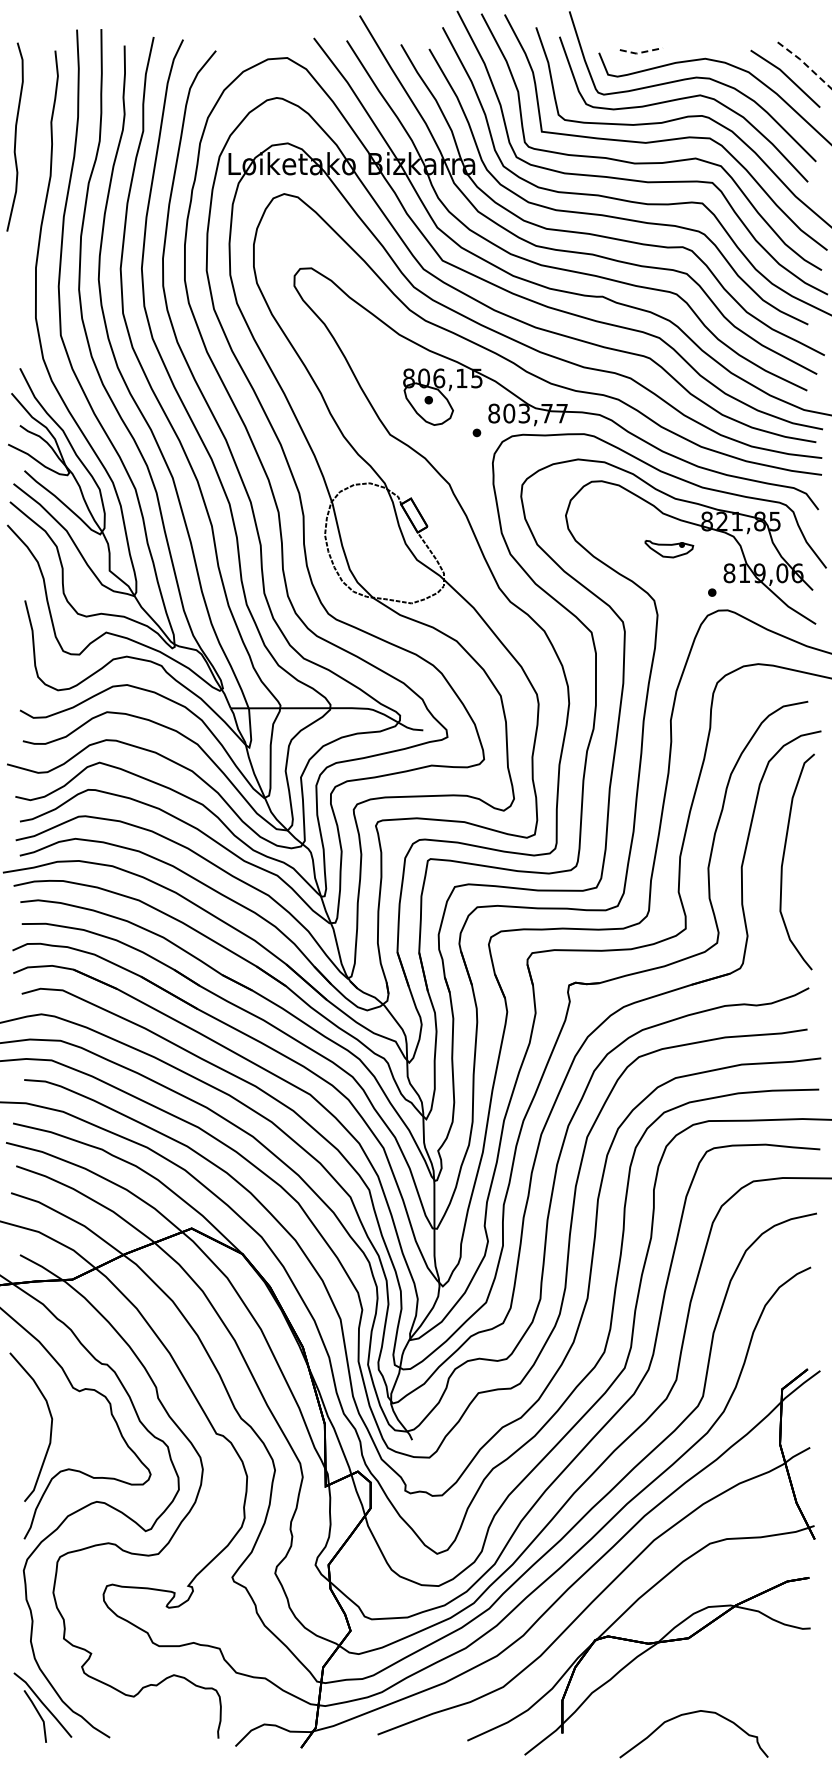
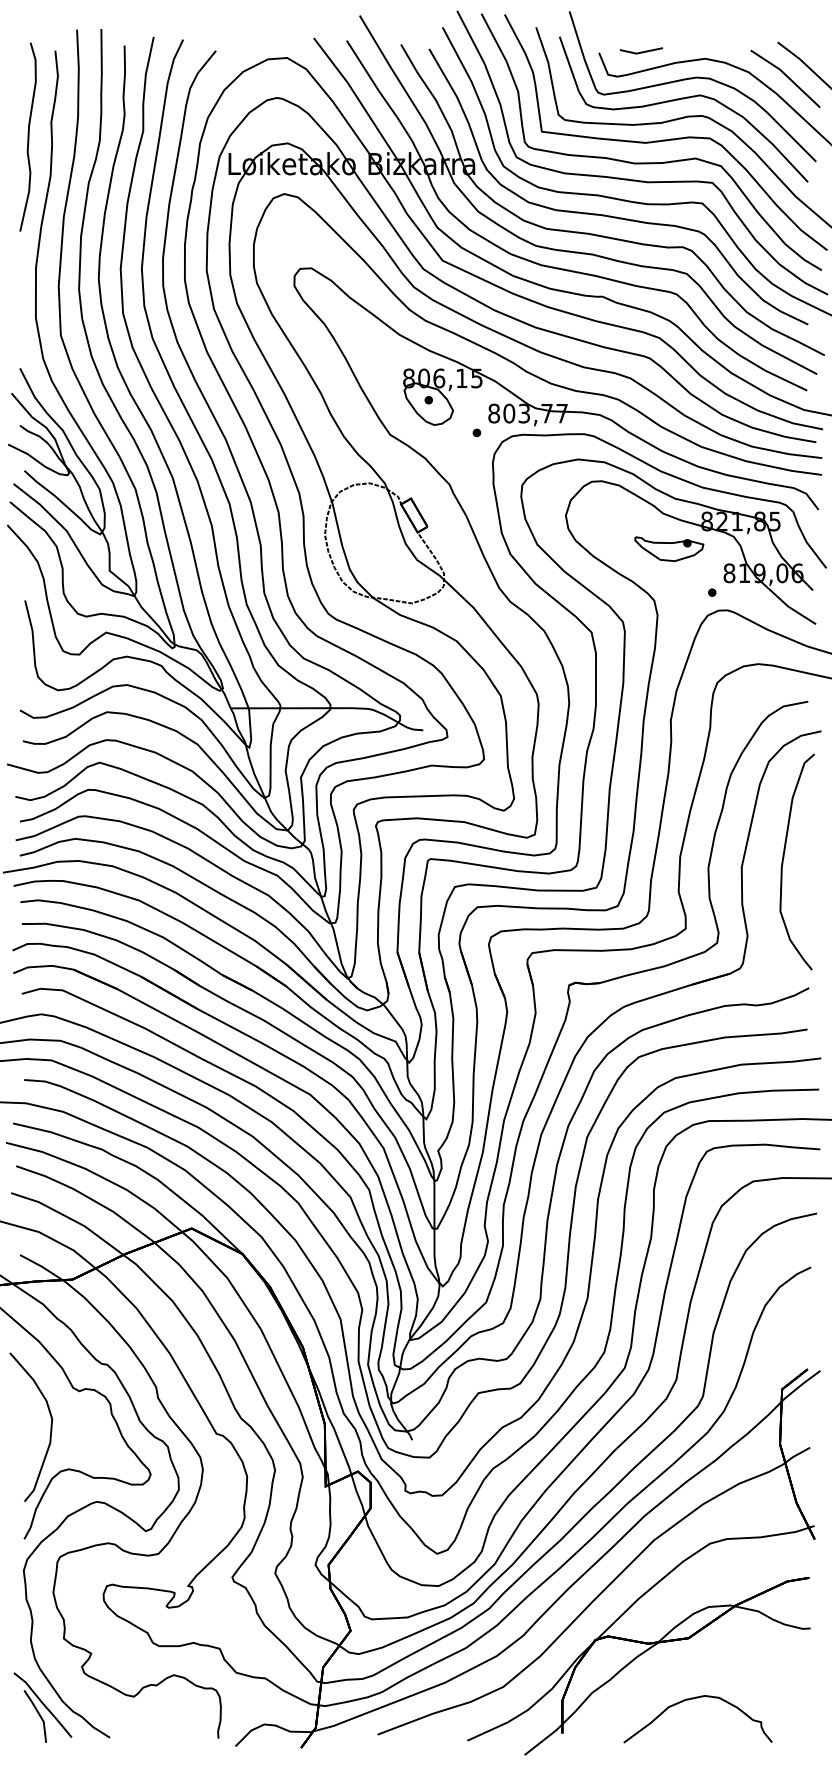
line at (641, 52): dashed -> solid
line at (805, 64): dashed -> solid
curve at (14, 136) position: (14, 136) -> (27, 136)
part at (669, 549) size: 51x19 px -> 71x26 px
curve at (689, 1714) position: (689, 1714) -> (693, 1699)
